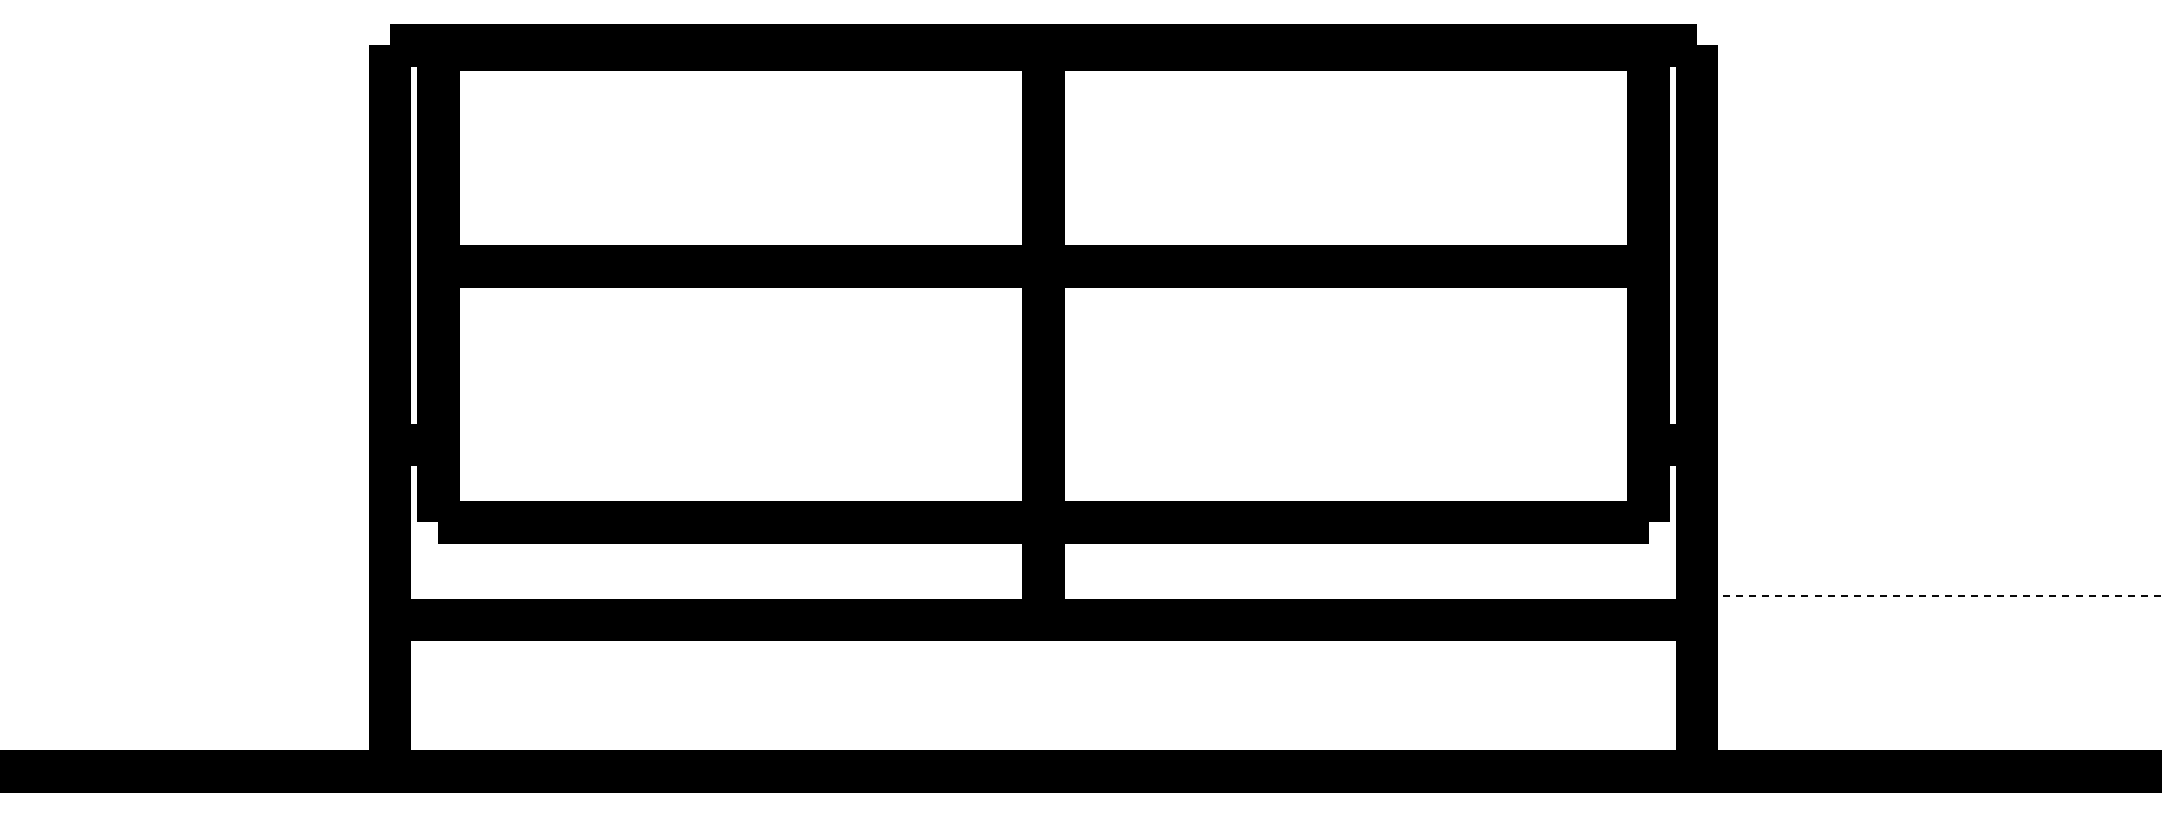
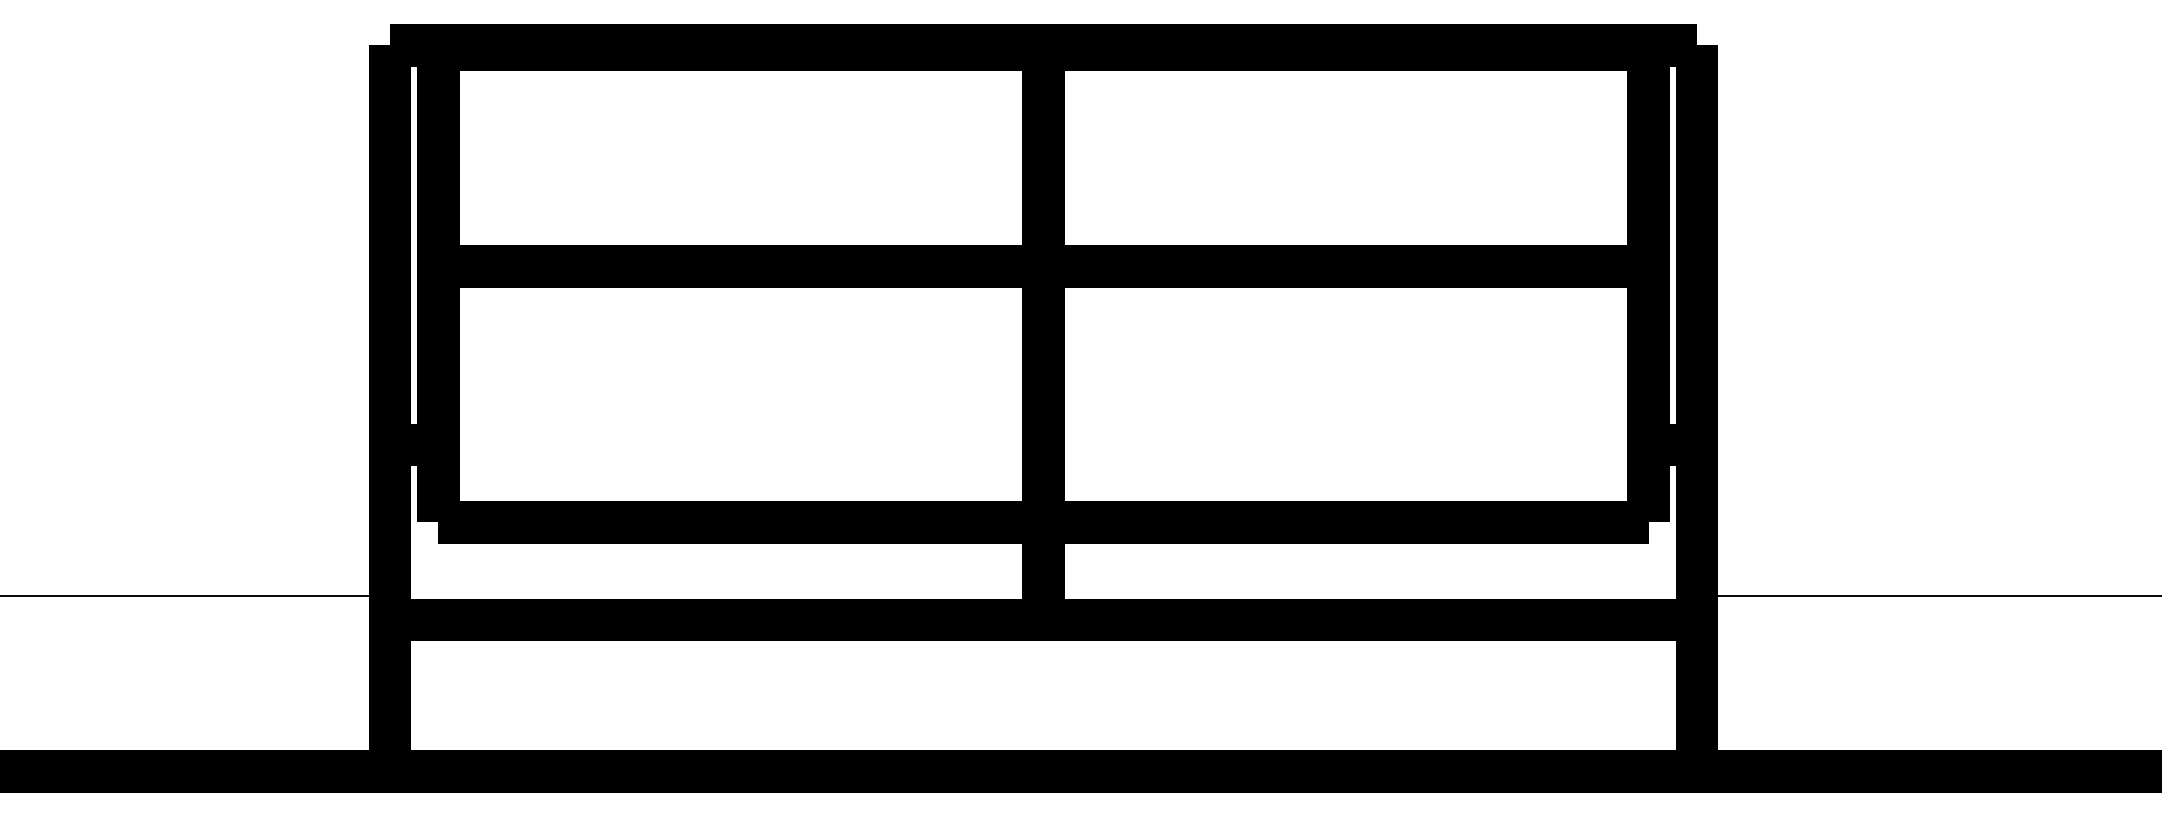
line at (196, 596): none -> present
line at (1929, 596): dashed -> solid
